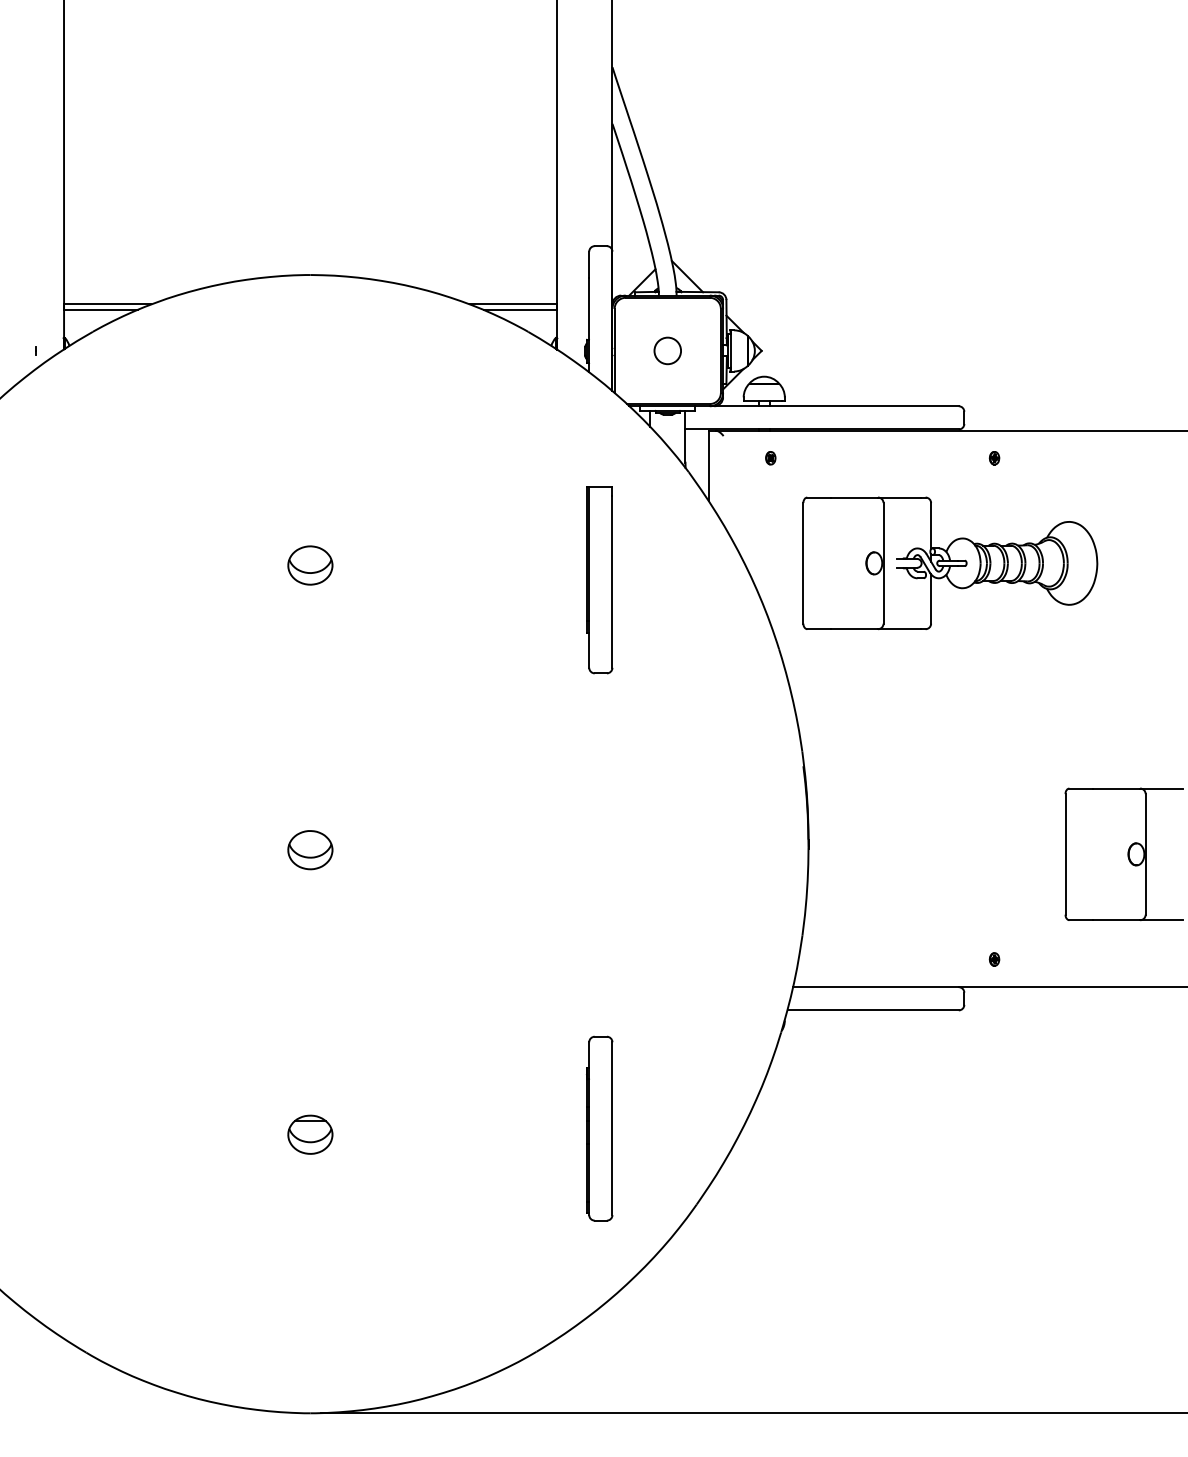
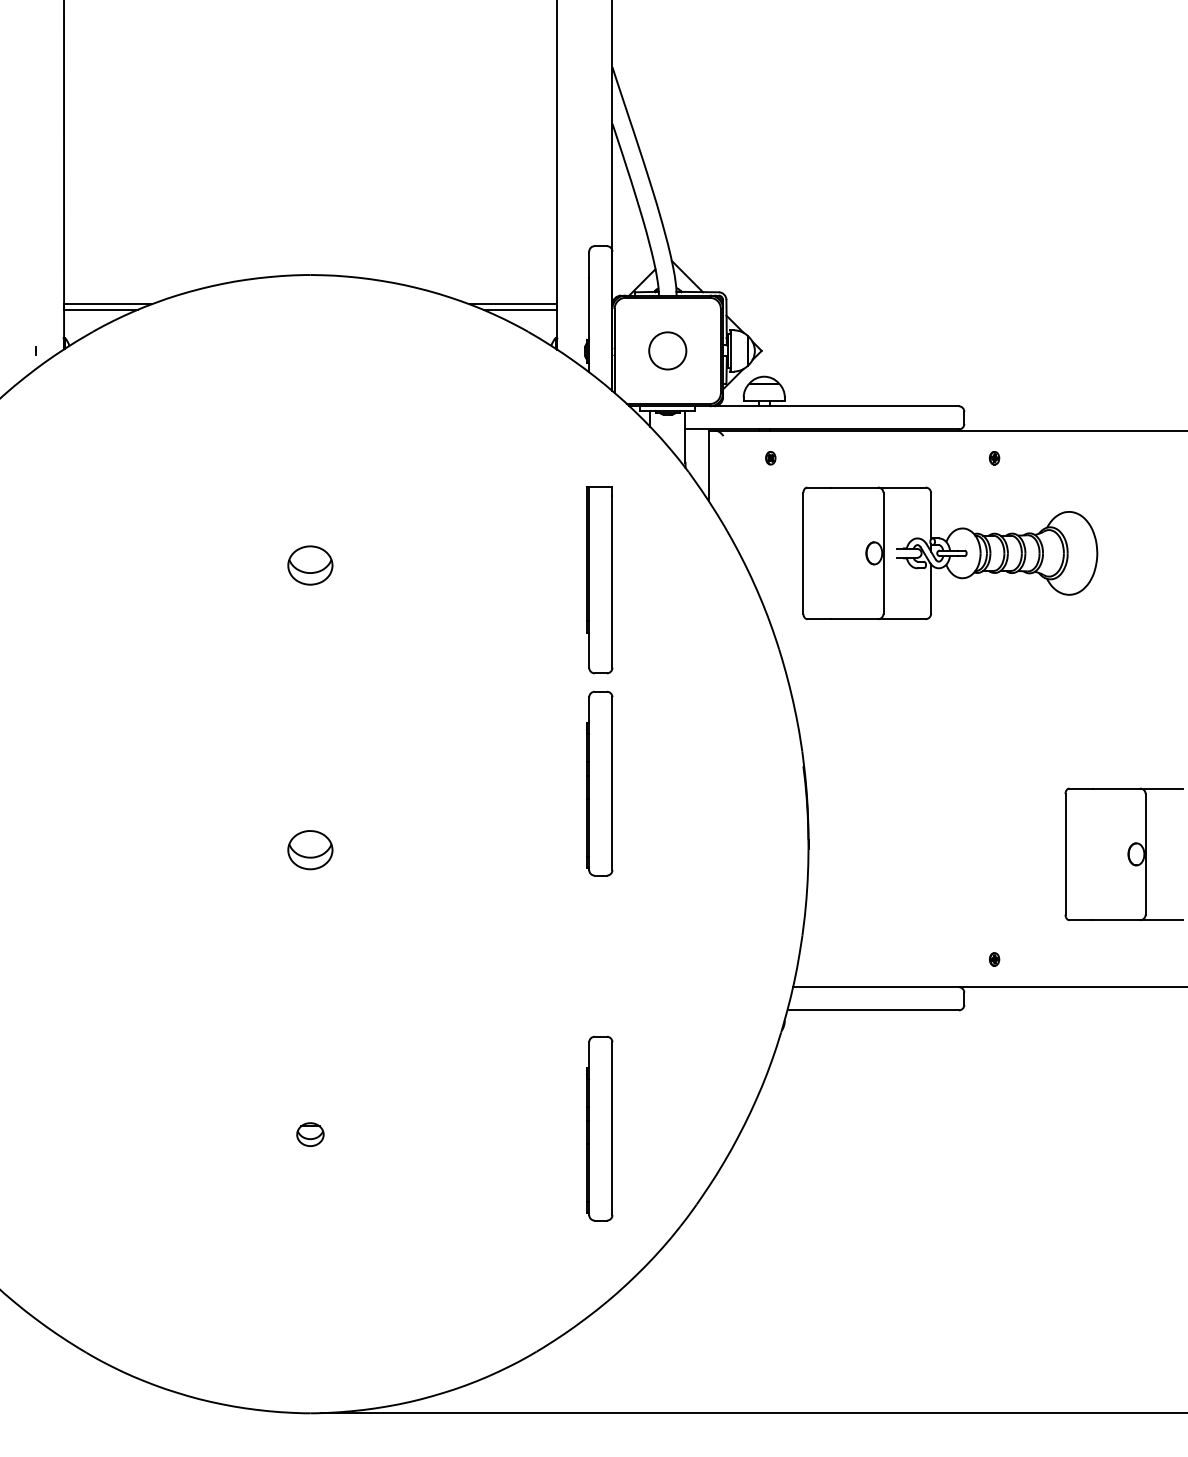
circle at (667, 350) diameter: 27 px -> 37 px
part at (950, 563) position: (950, 563) -> (950, 553)
part at (599, 783): none -> present
part at (310, 1134) size: 47x41 px -> 29x25 px
